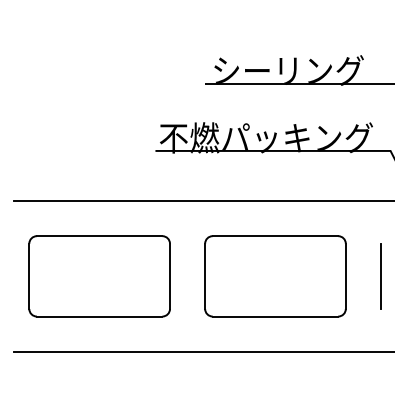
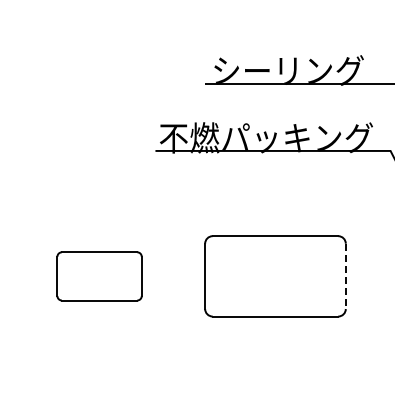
line at (202, 201): present -> none
part at (99, 276) size: 143x83 px -> 87x51 px
line at (345, 276): solid -> dashed
line at (380, 276): present -> none
line at (202, 352): present -> none
